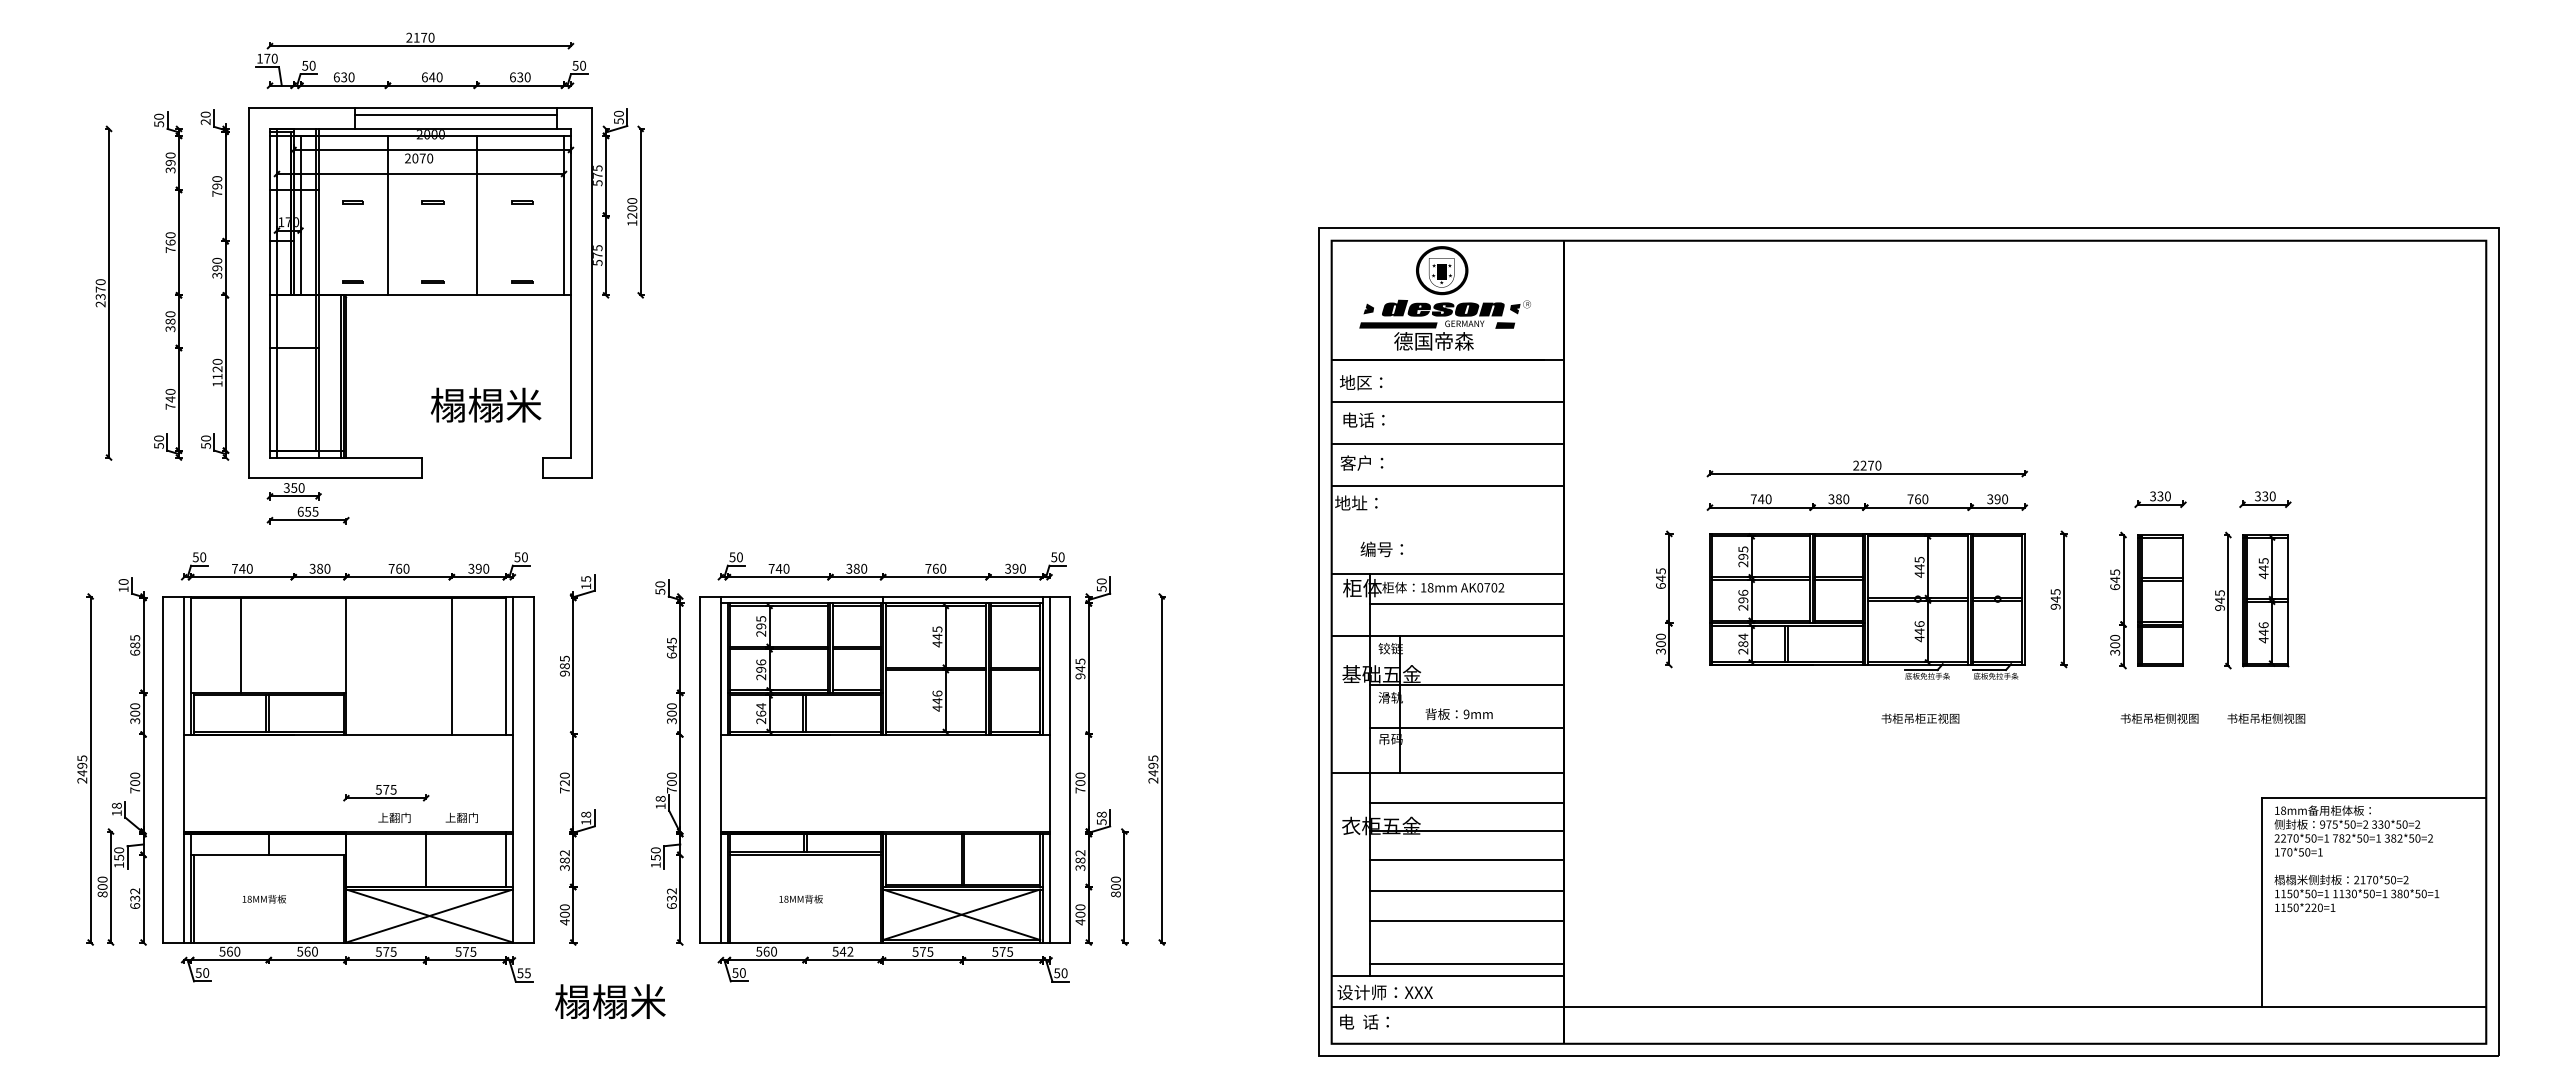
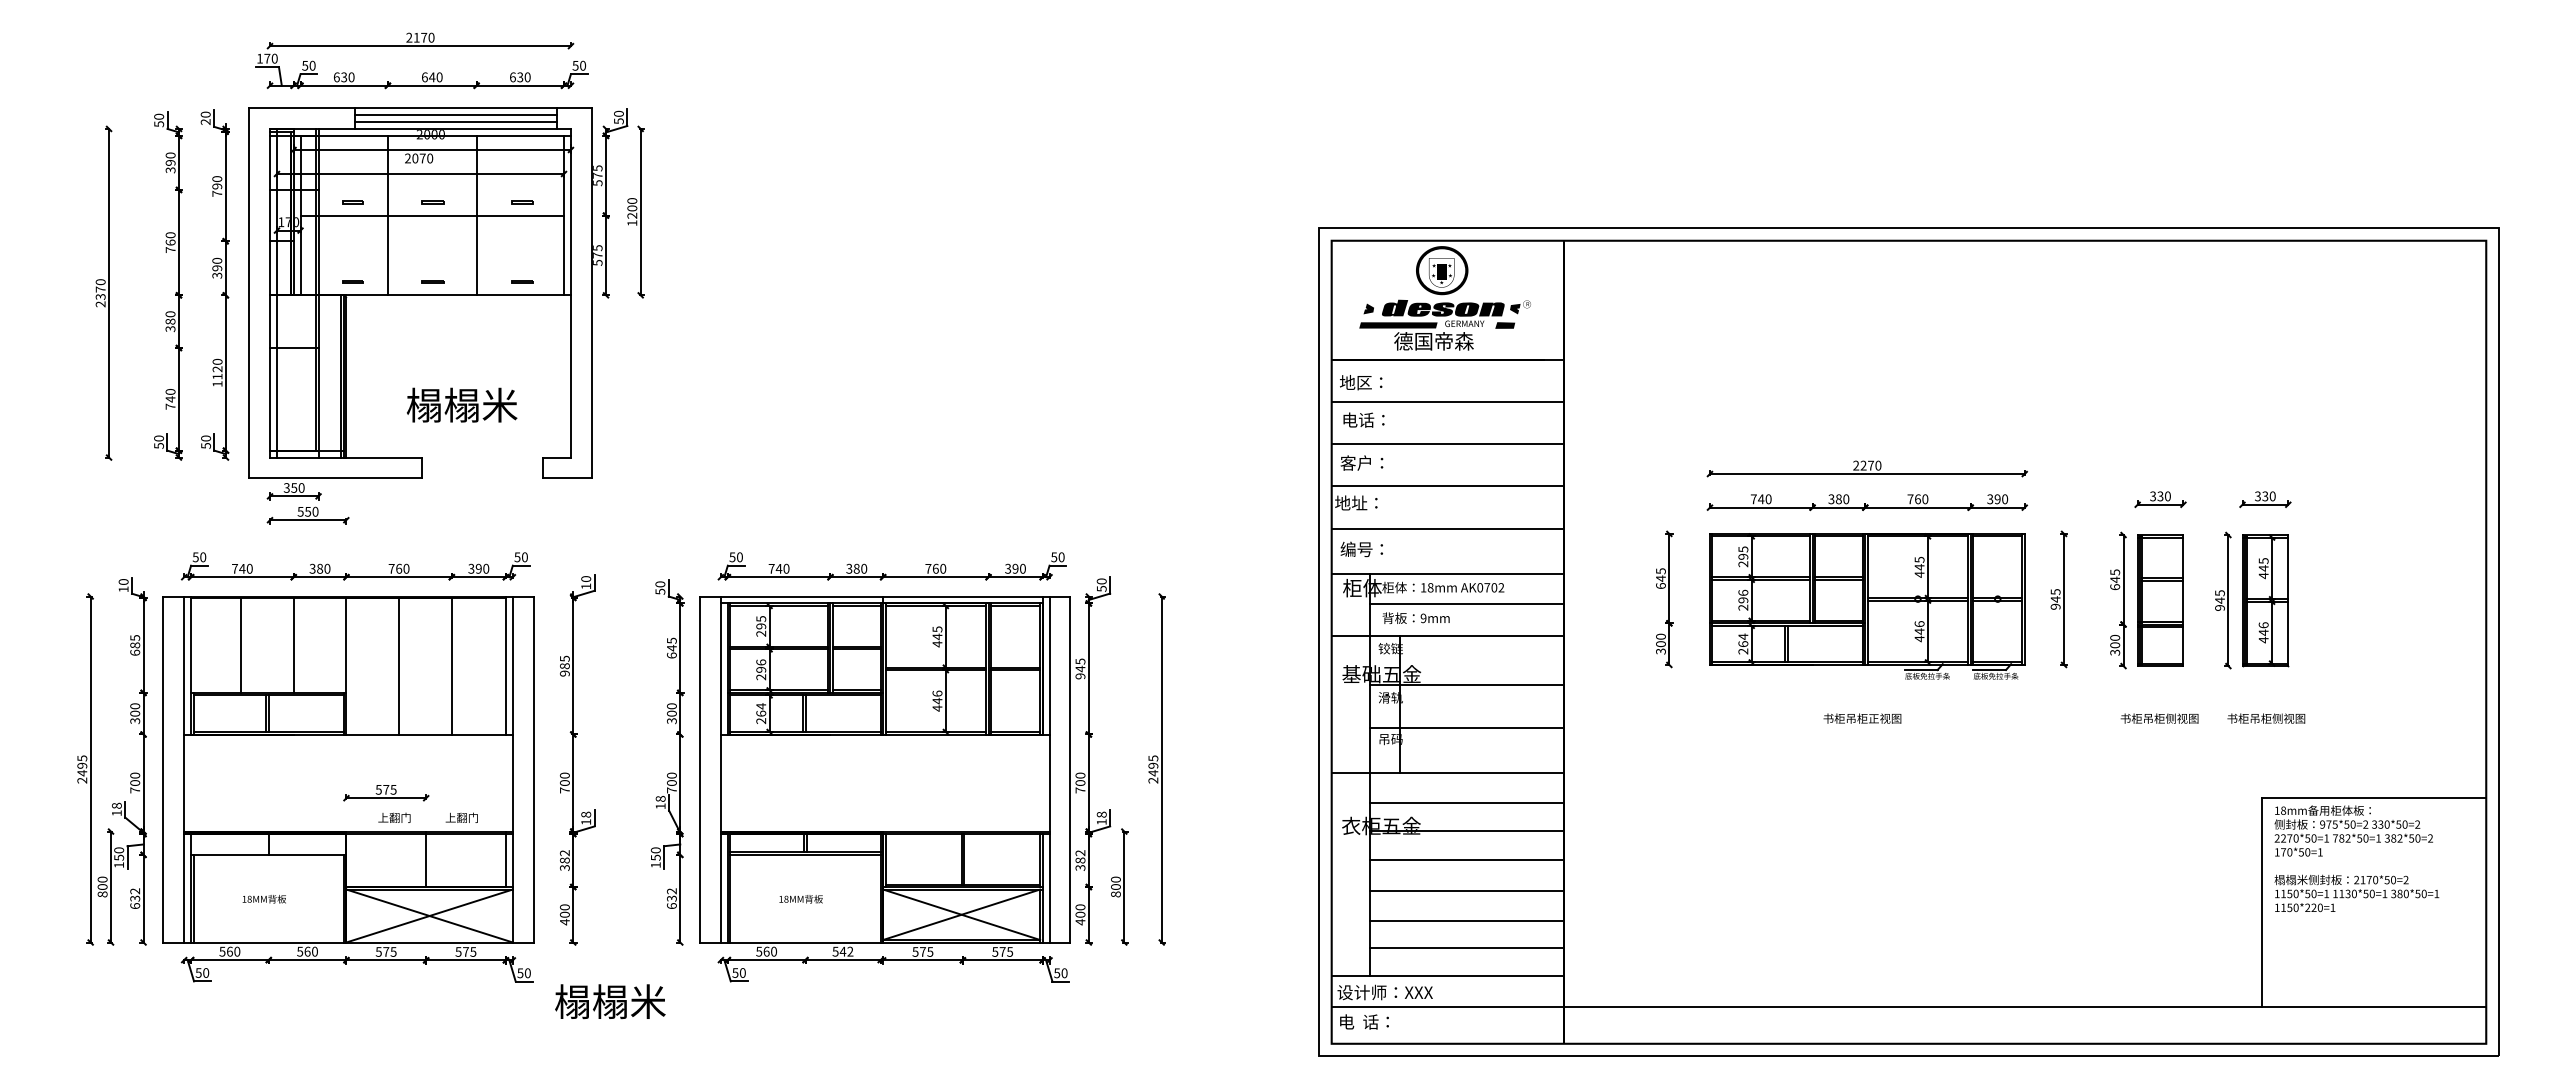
line at (456, 122): none -> present
line at (432, 215): none -> present
text at (486, 404) position: (486, 404) -> (462, 404)
text at (307, 511): 655 -> 550
line at (1447, 529): none -> present
text at (1381, 549) position: (1381, 549) -> (1361, 549)
text at (586, 579): 15 -> 10
line at (293, 644): none -> present
text at (1743, 644): 284 -> 264
line at (399, 665): none -> present
text at (1458, 713) position: (1458, 713) -> (1415, 617)
text at (1920, 718) position: (1920, 718) -> (1862, 718)
text at (564, 783): 720 -> 700
text at (1101, 822): 58 -> 18
line at (1466, 964) position: (1466, 964) -> (1466, 948)
text at (527, 973): 55 -> 50
